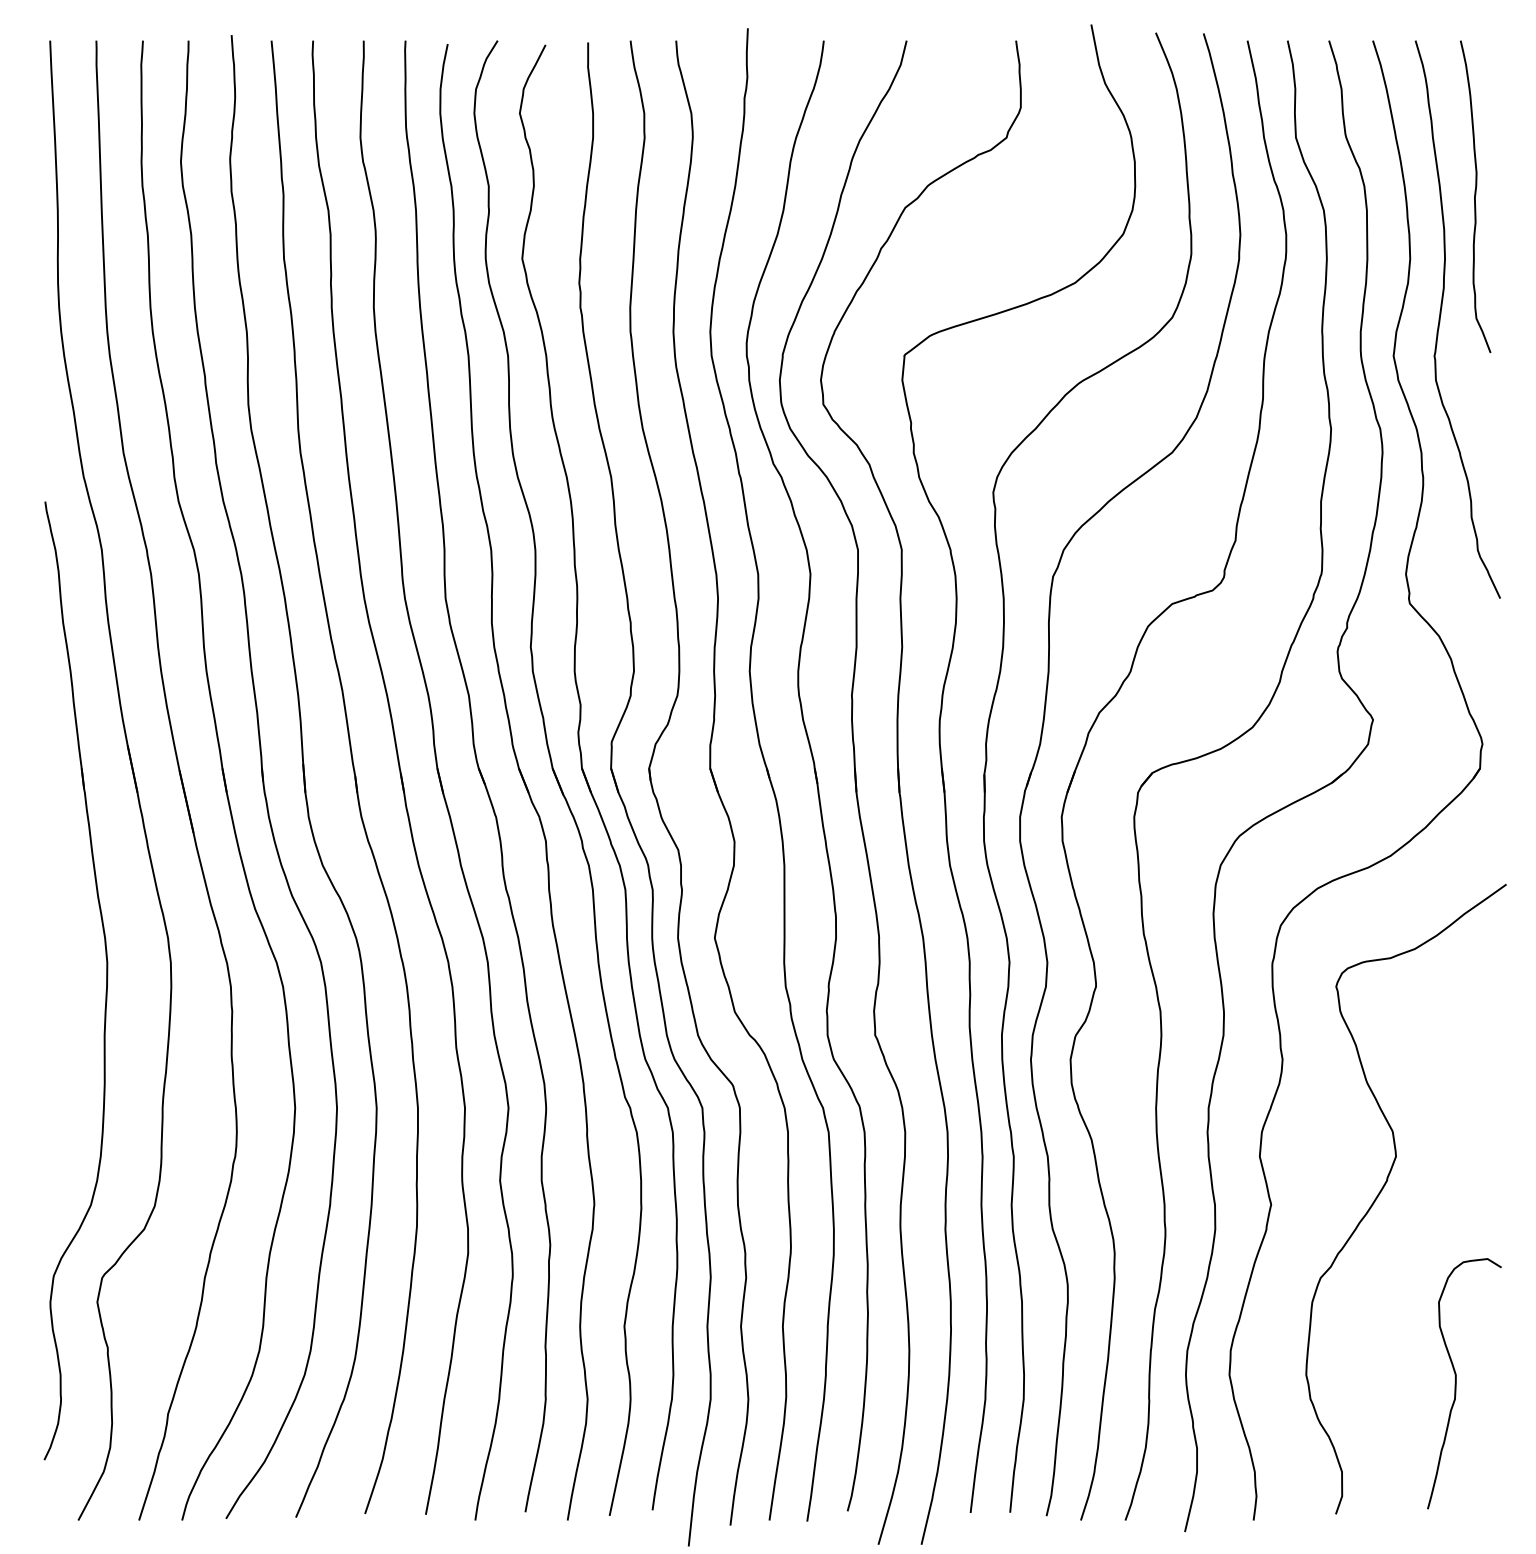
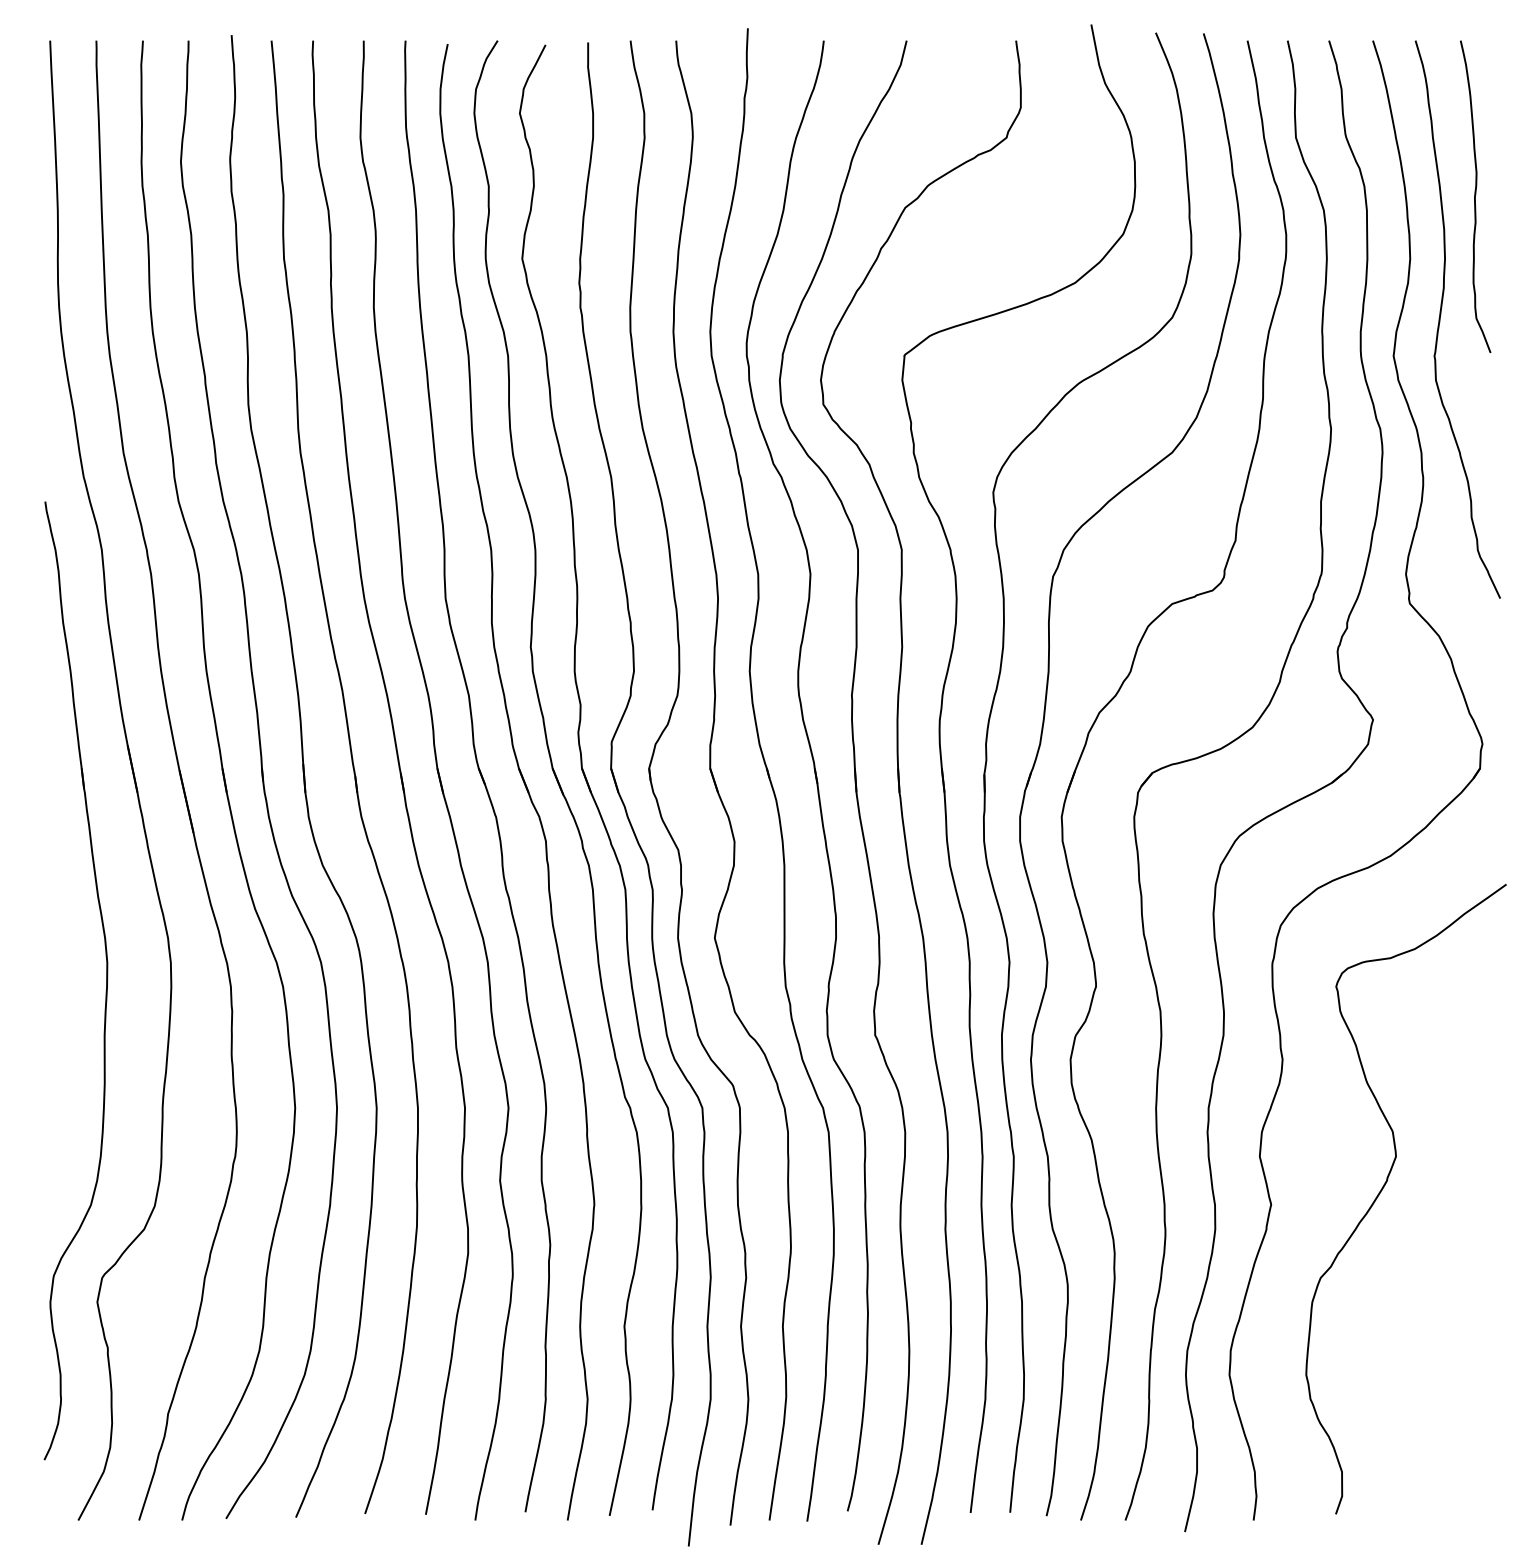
curve at (1456, 1383): present -> none
